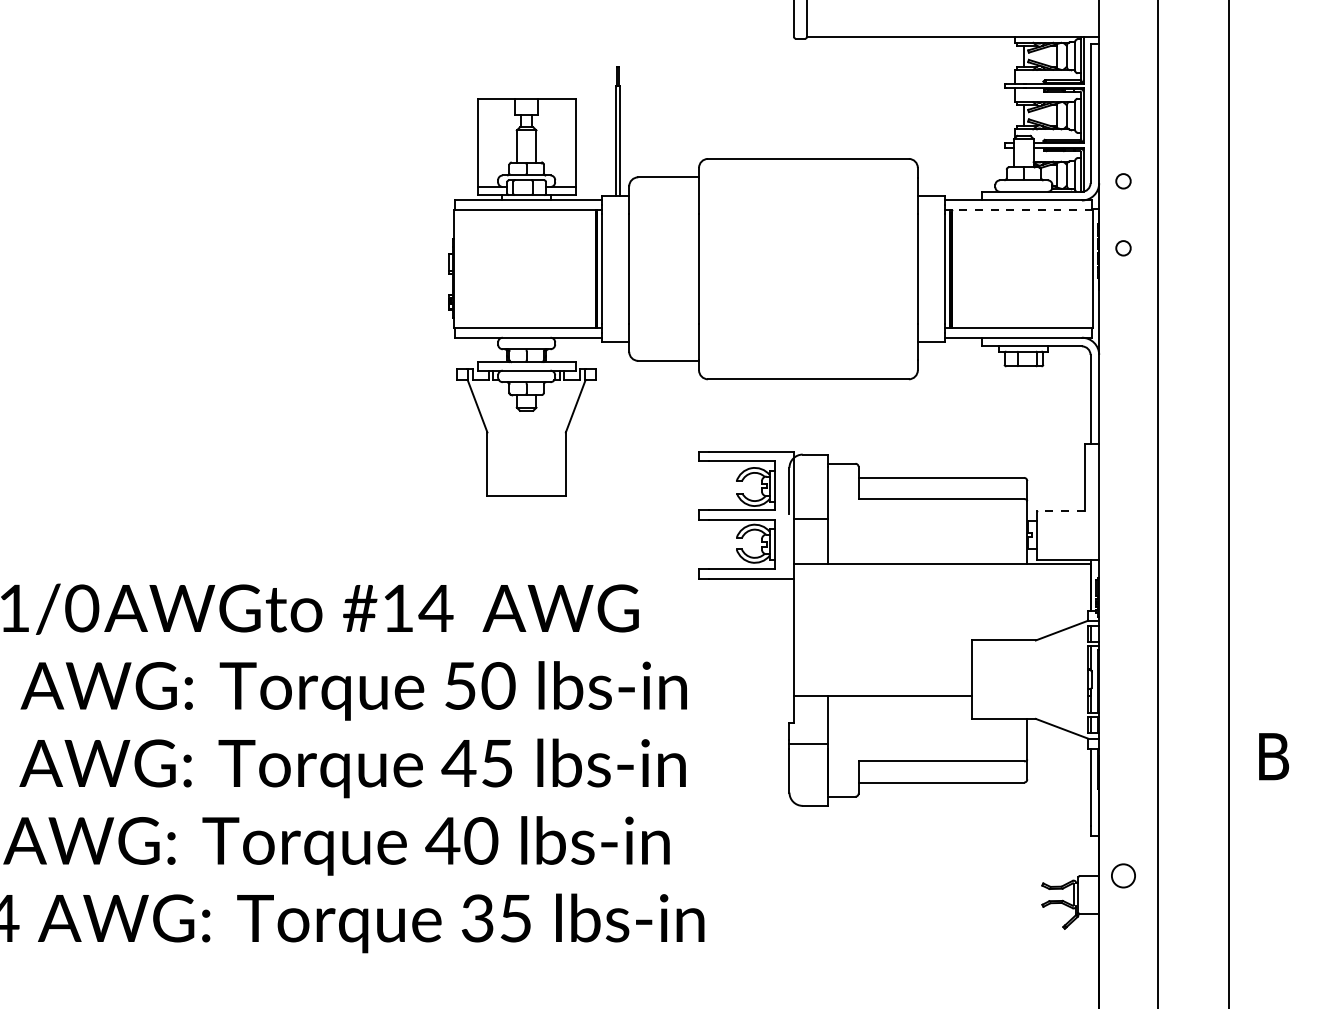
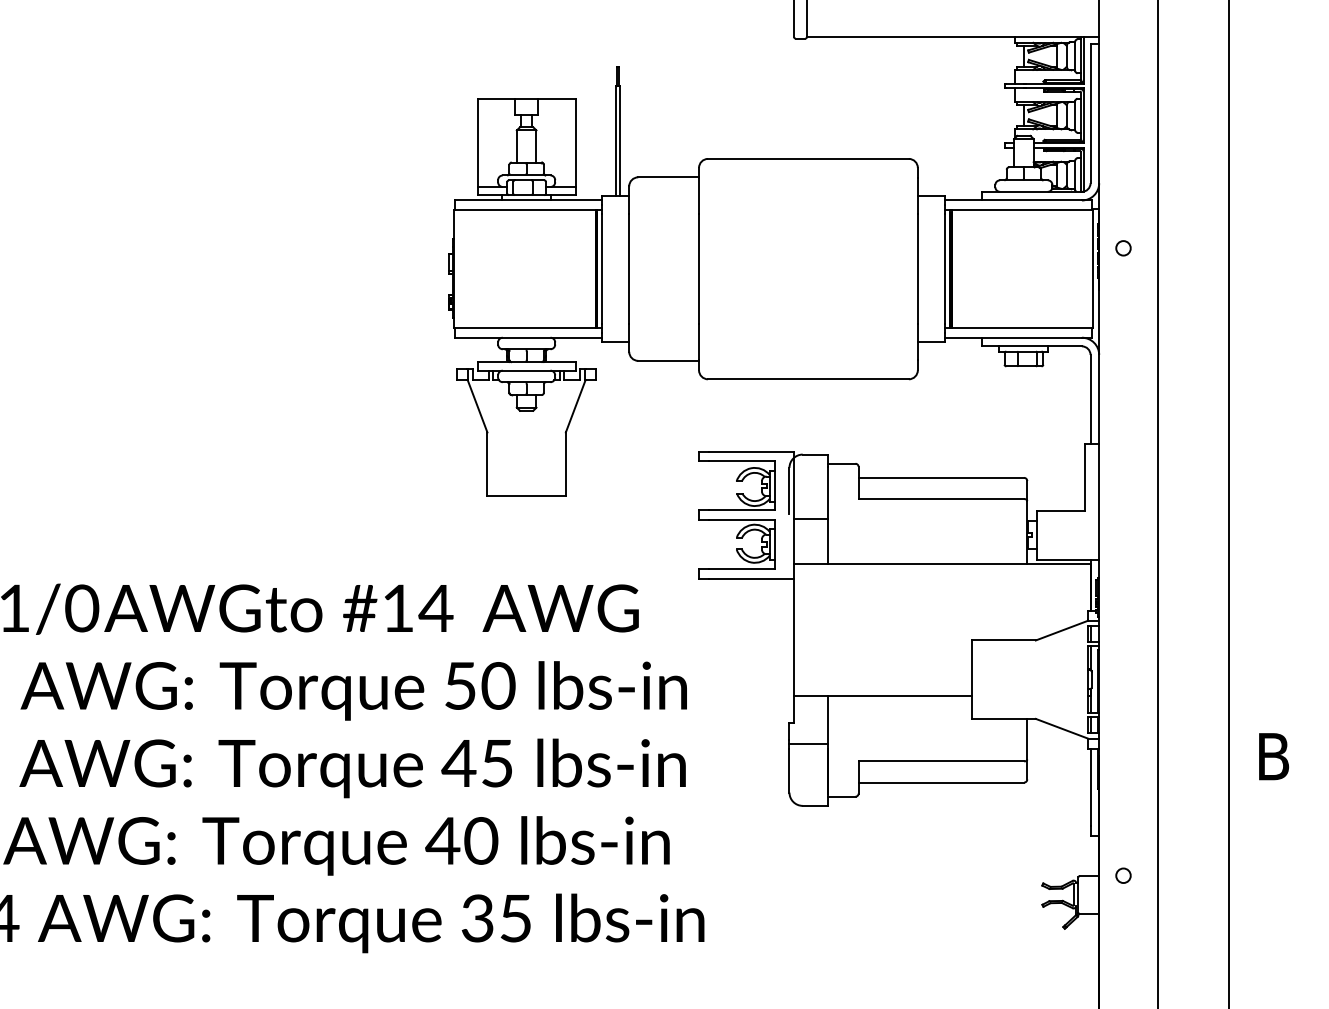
circle at (1123, 181): present -> none
line at (1022, 210): dashed -> solid
line at (1060, 510): dashed -> solid
circle at (1123, 875) size: 25x26 px -> 17x17 px
